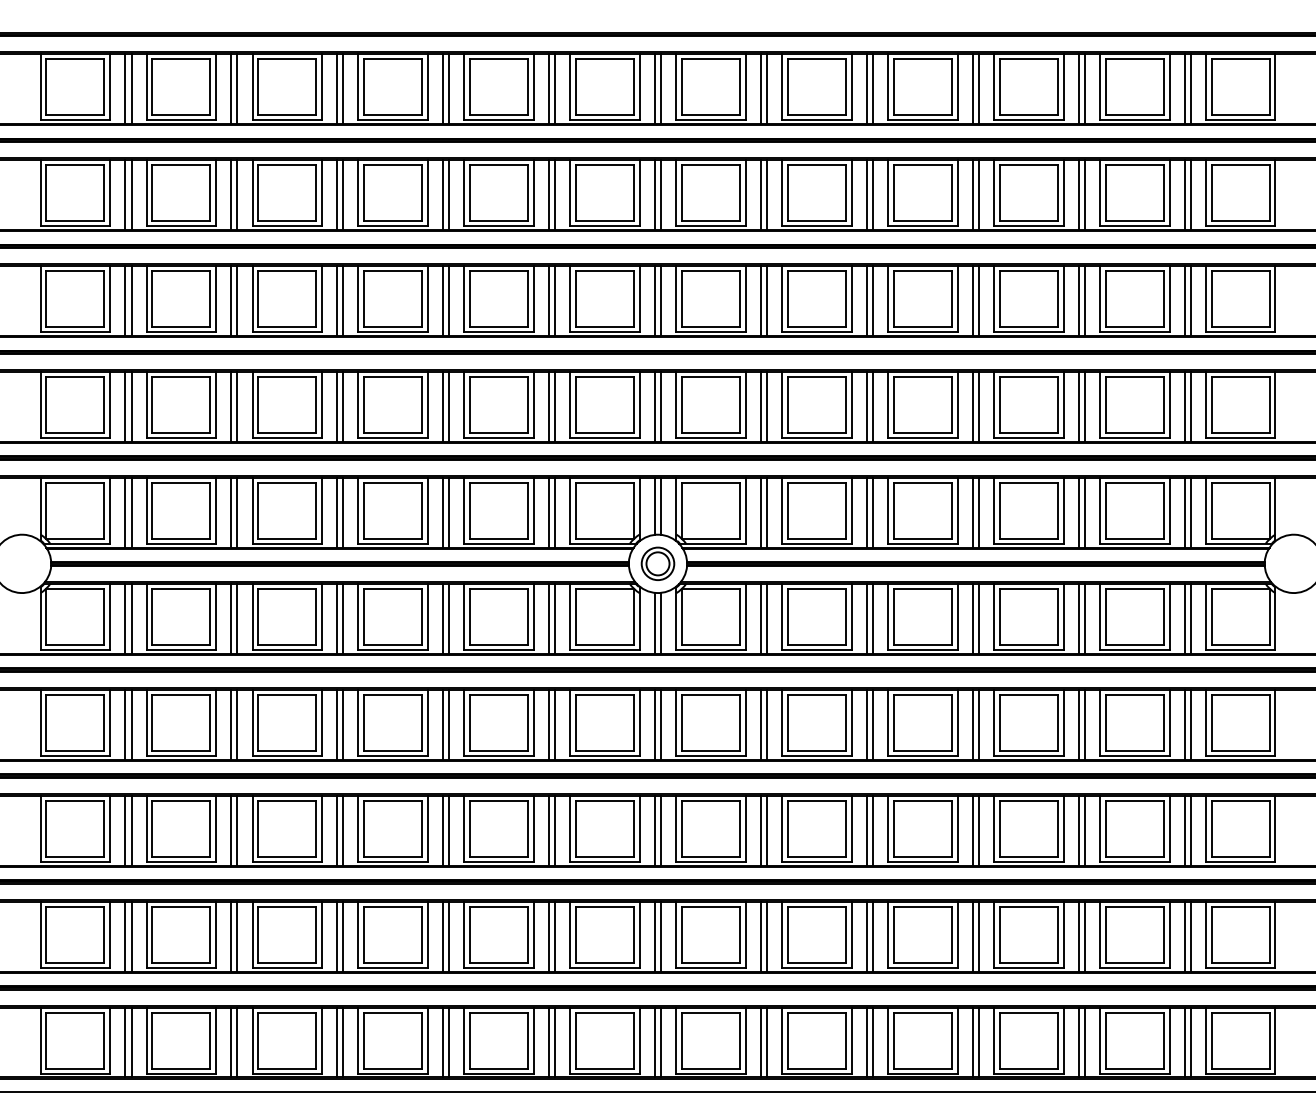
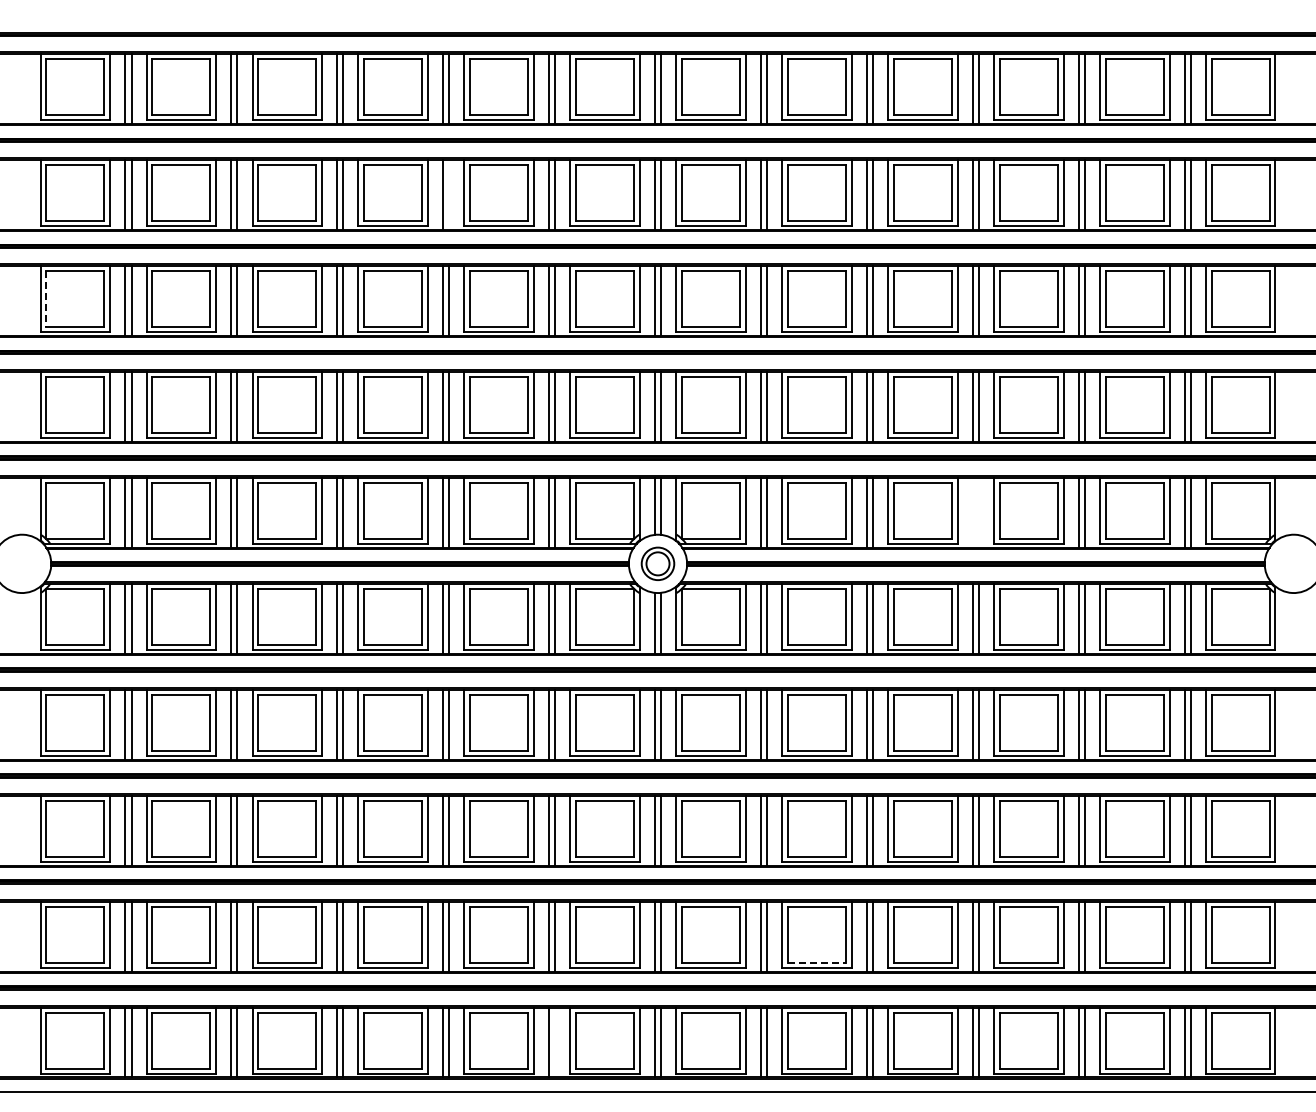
line at (449, 194): present -> none
line at (45, 298): solid -> dashed
line at (972, 512): present -> none
line at (979, 512): present -> none
line at (817, 962): solid -> dashed
line at (555, 1042): present -> none
